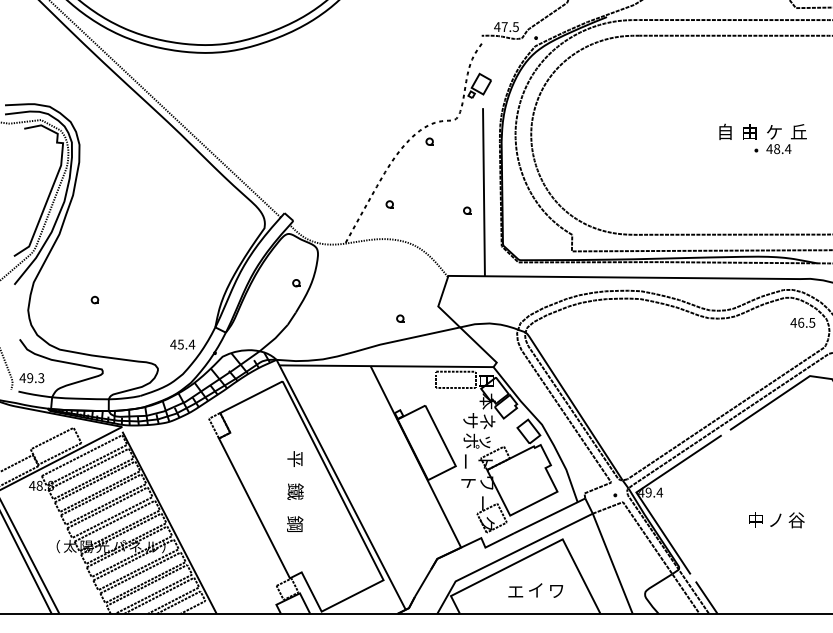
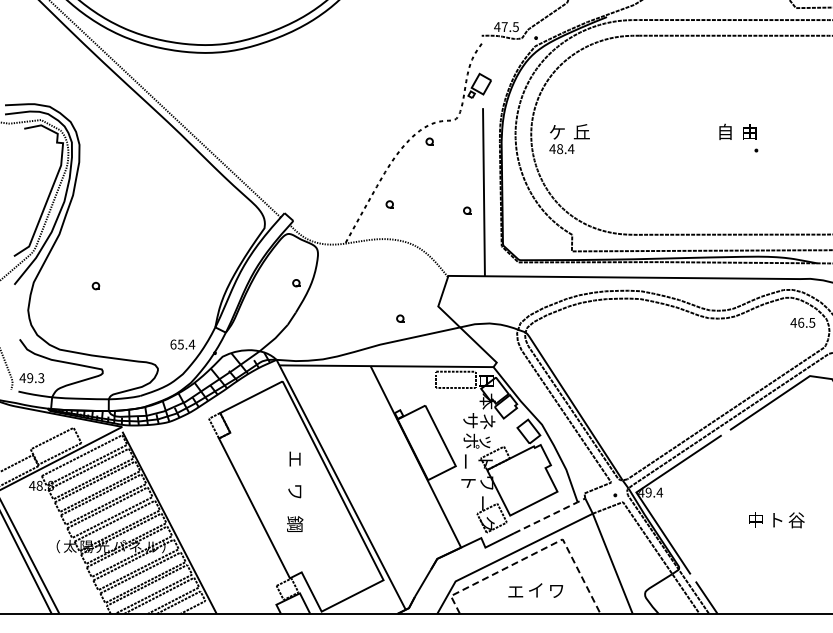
text at (786, 139) position: (786, 139) -> (569, 139)
part at (94, 299) position: (94, 299) -> (95, 285)
text at (173, 344): 45.4 -> 65.4
text at (294, 458): 平 -> エ
text at (295, 491): 鐵 -> ワ
line at (550, 515): solid -> dashed
text at (776, 520): ノ -> ト
line at (535, 553): solid -> dashed
